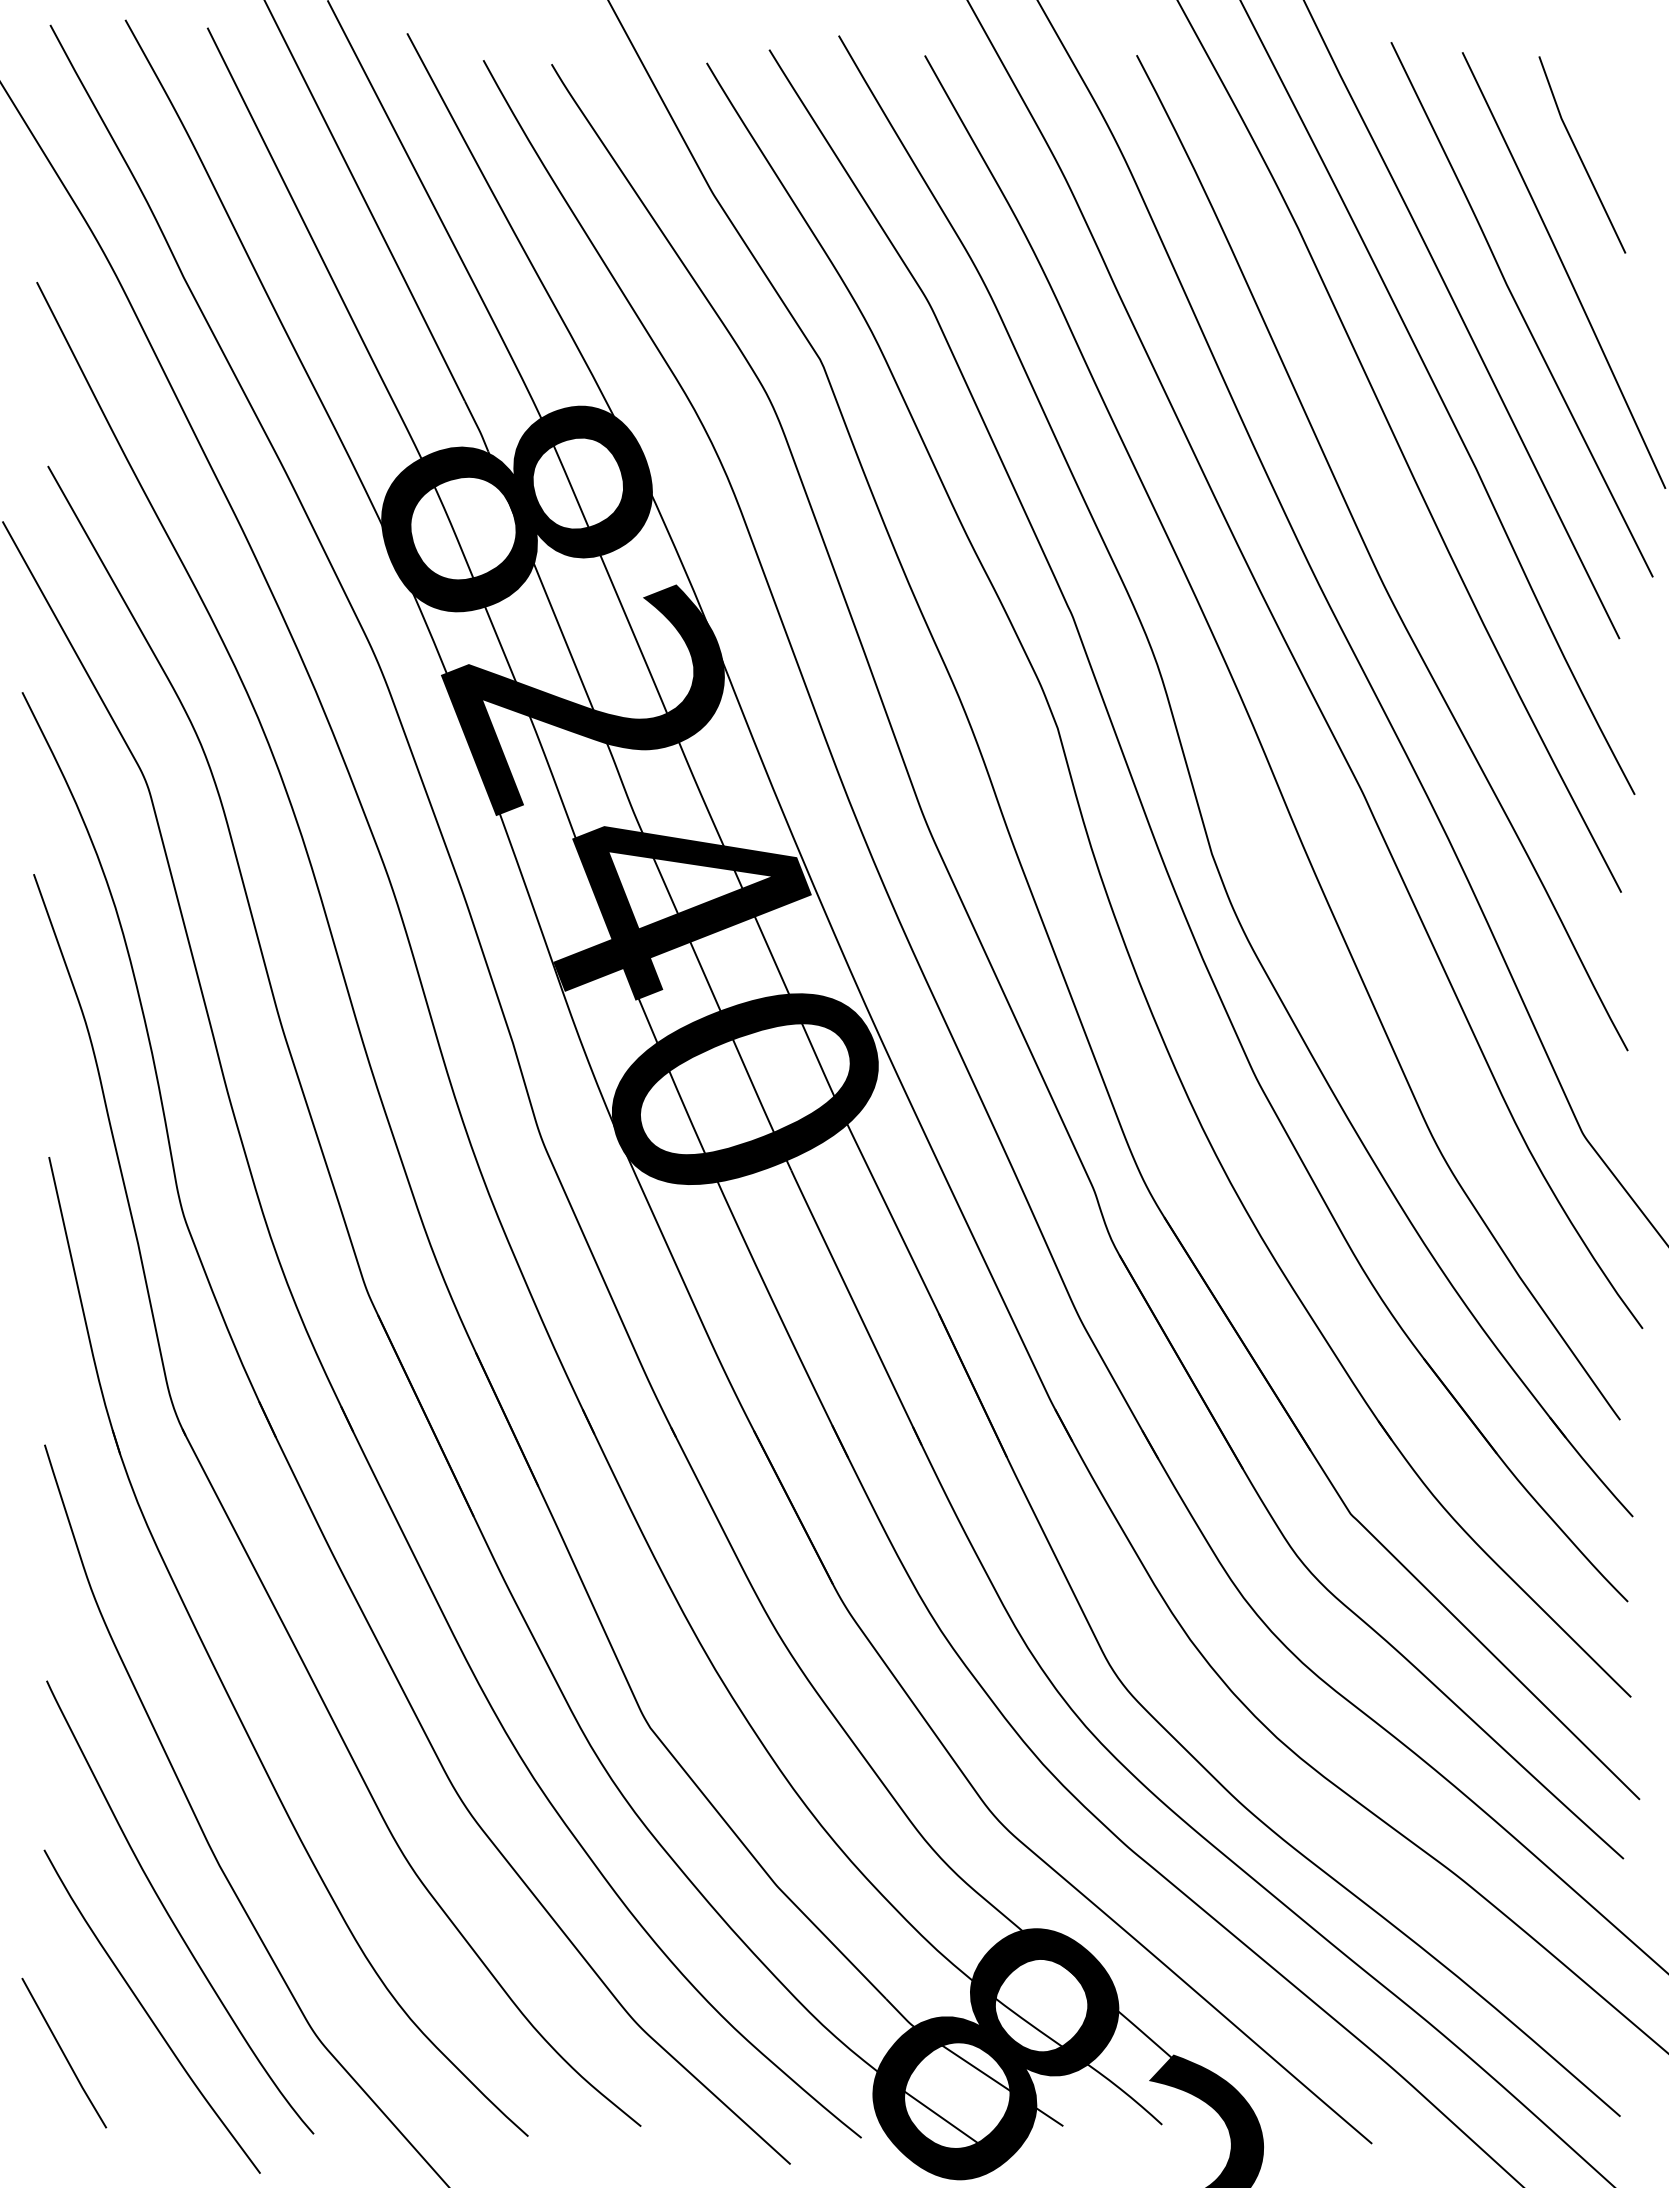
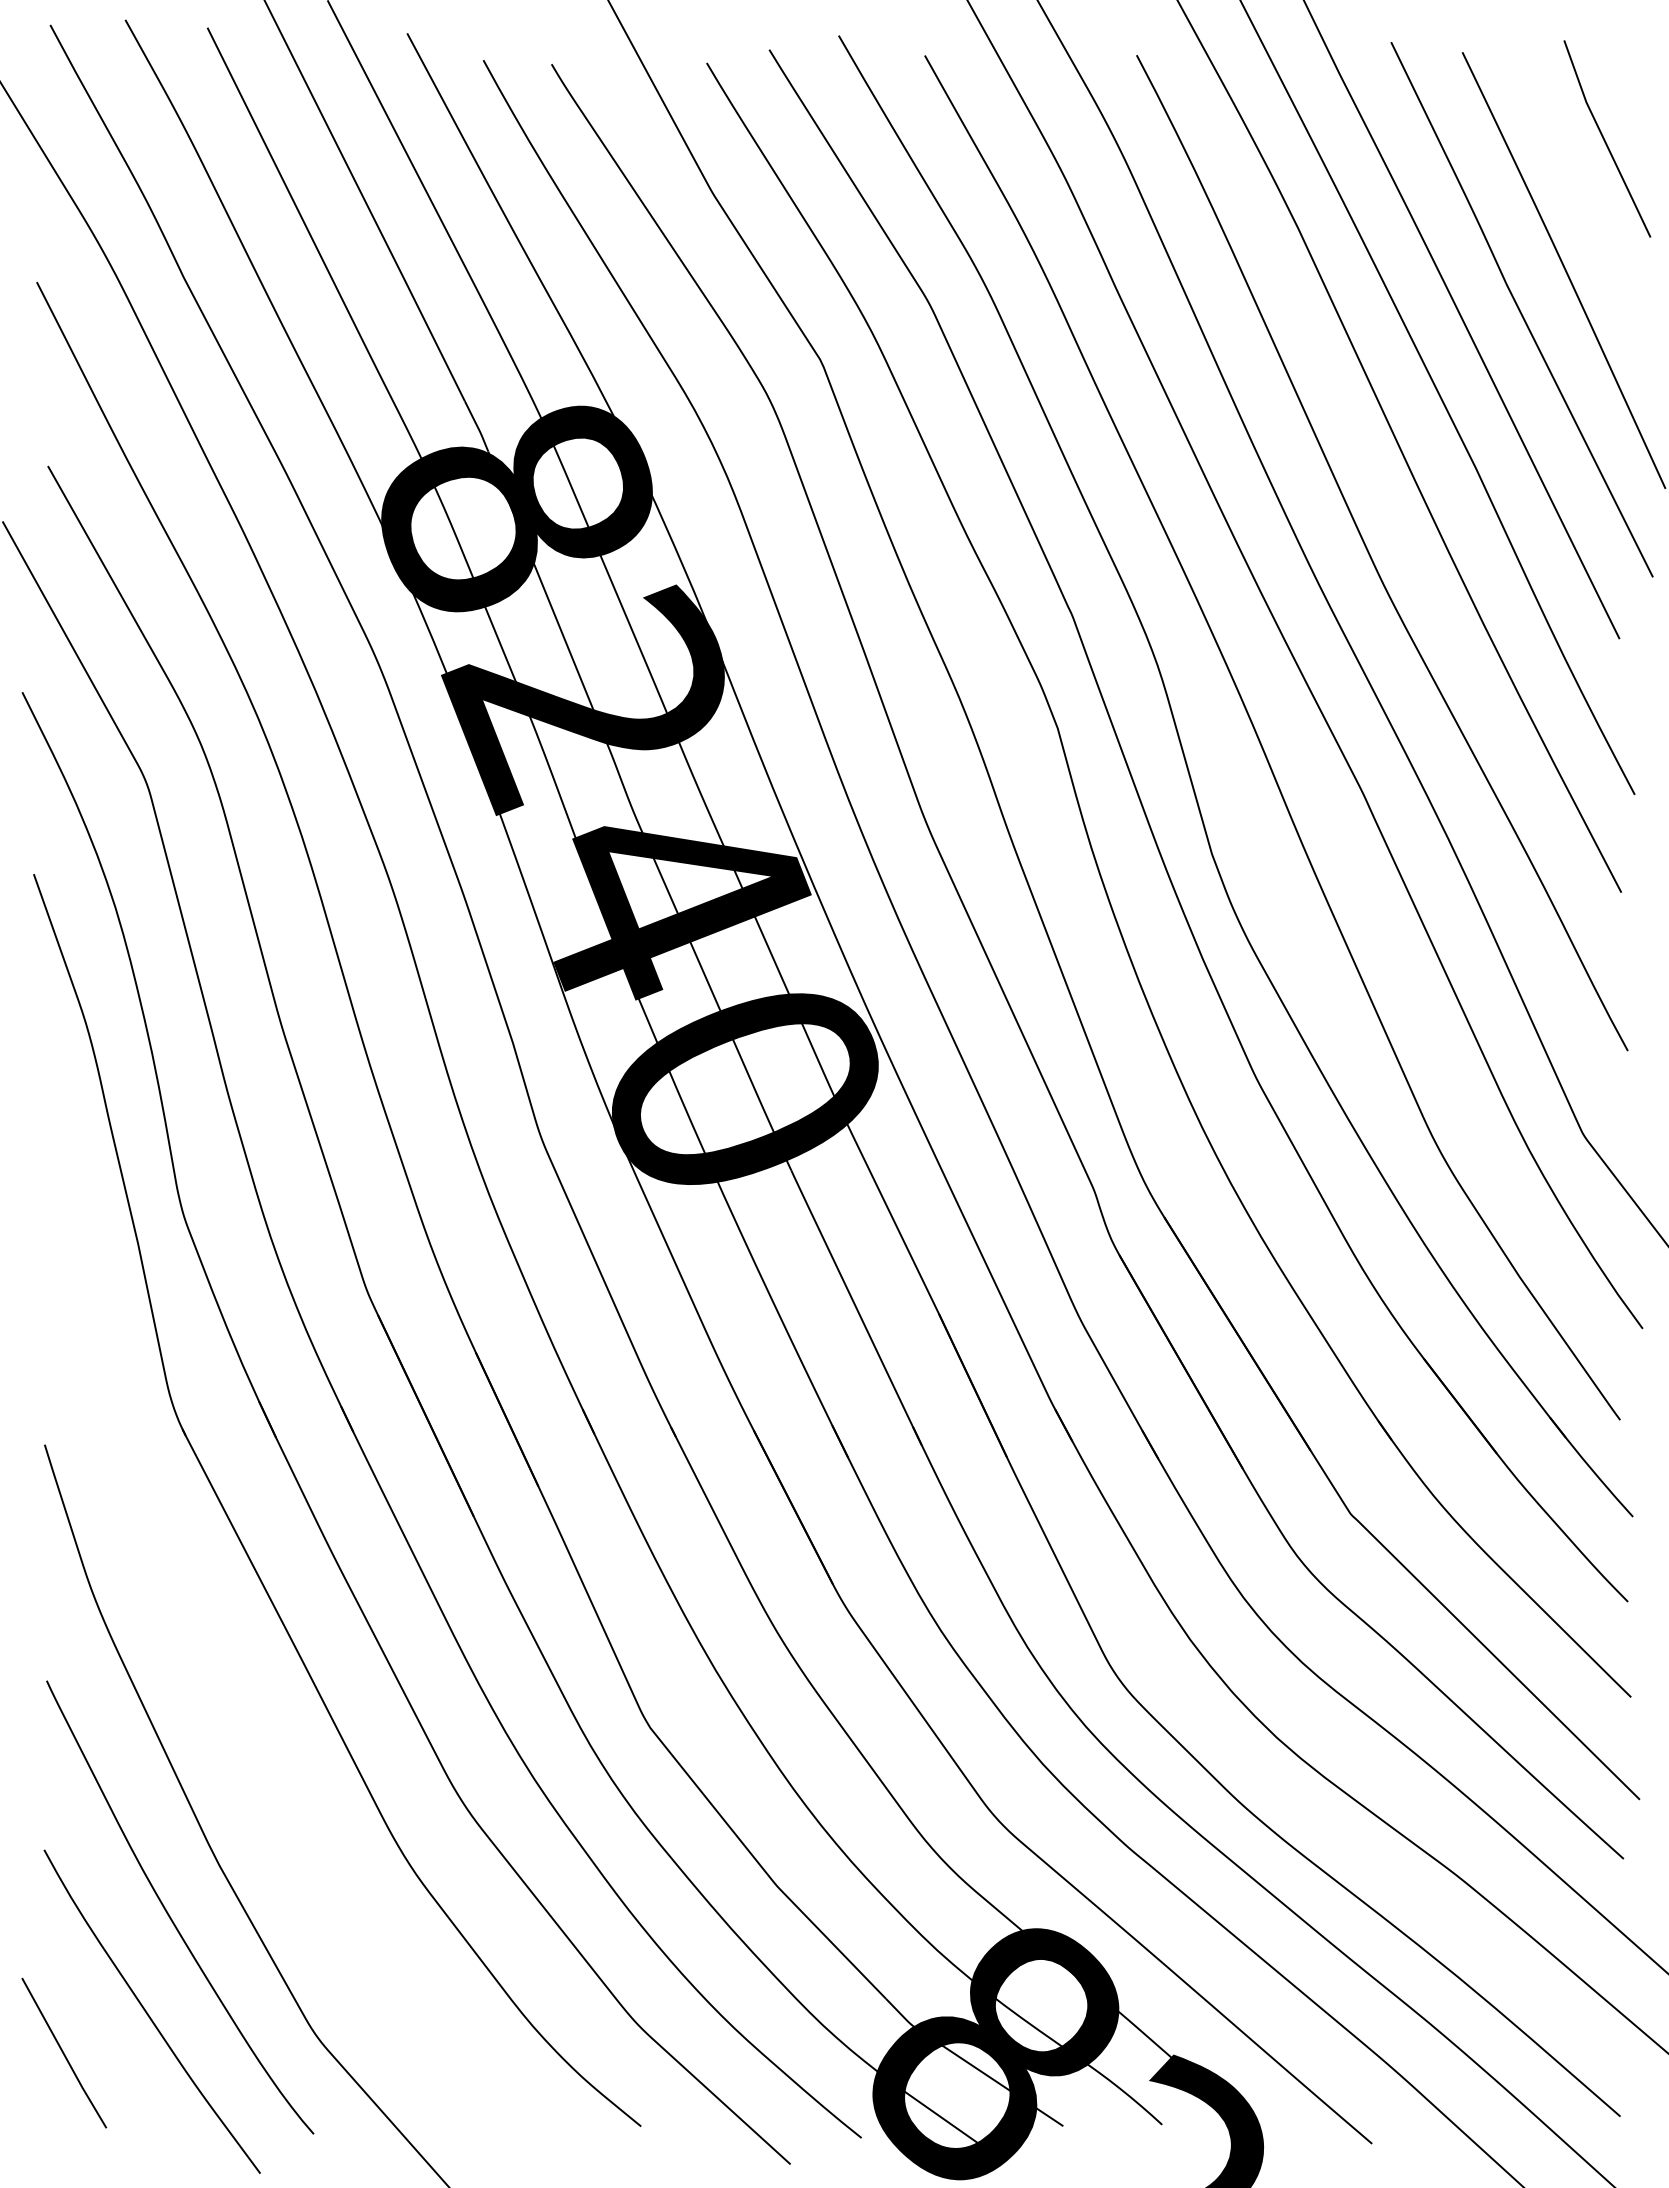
line at (1580, 155) position: (1580, 155) -> (1605, 139)
part at (221, 1679): present -> none
